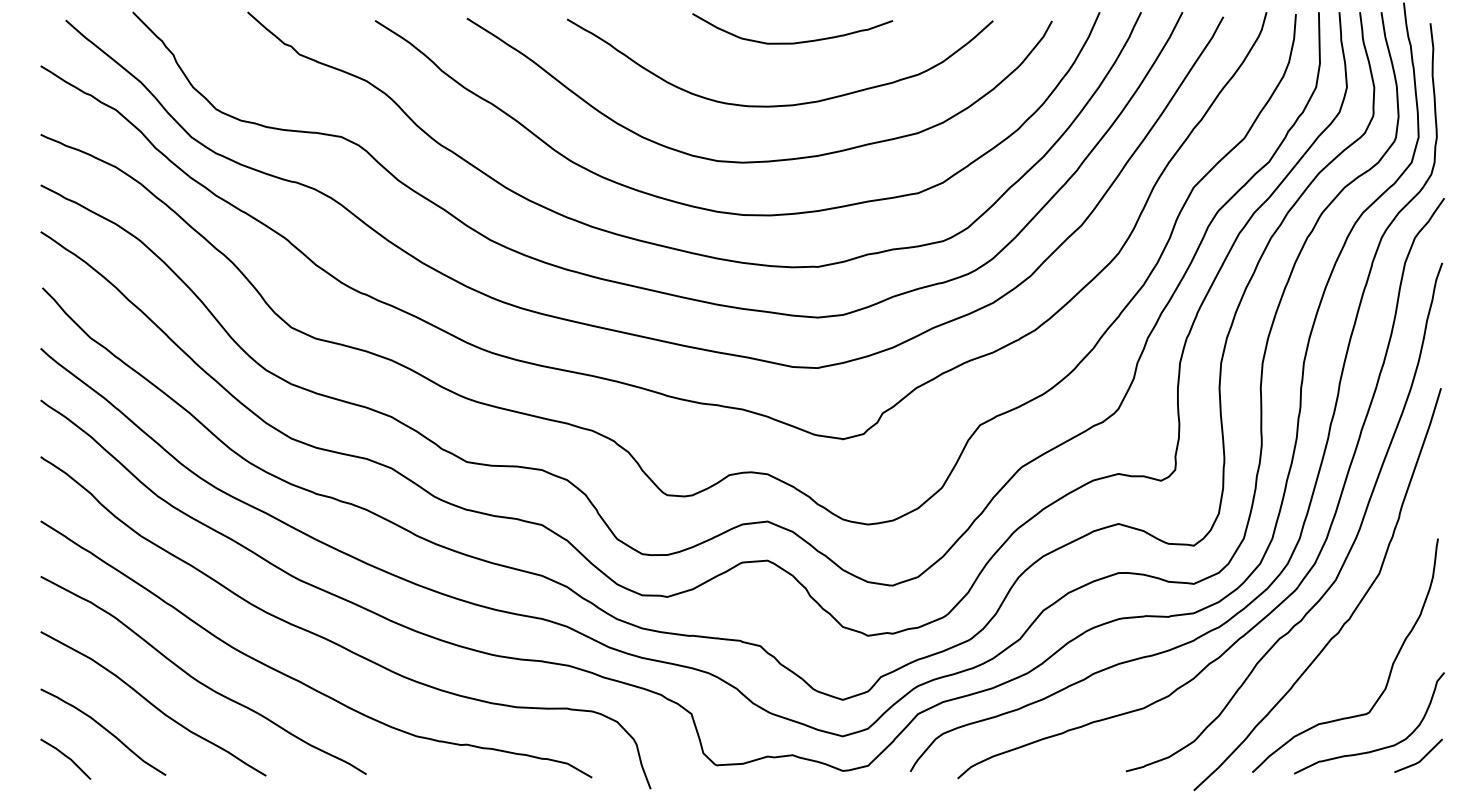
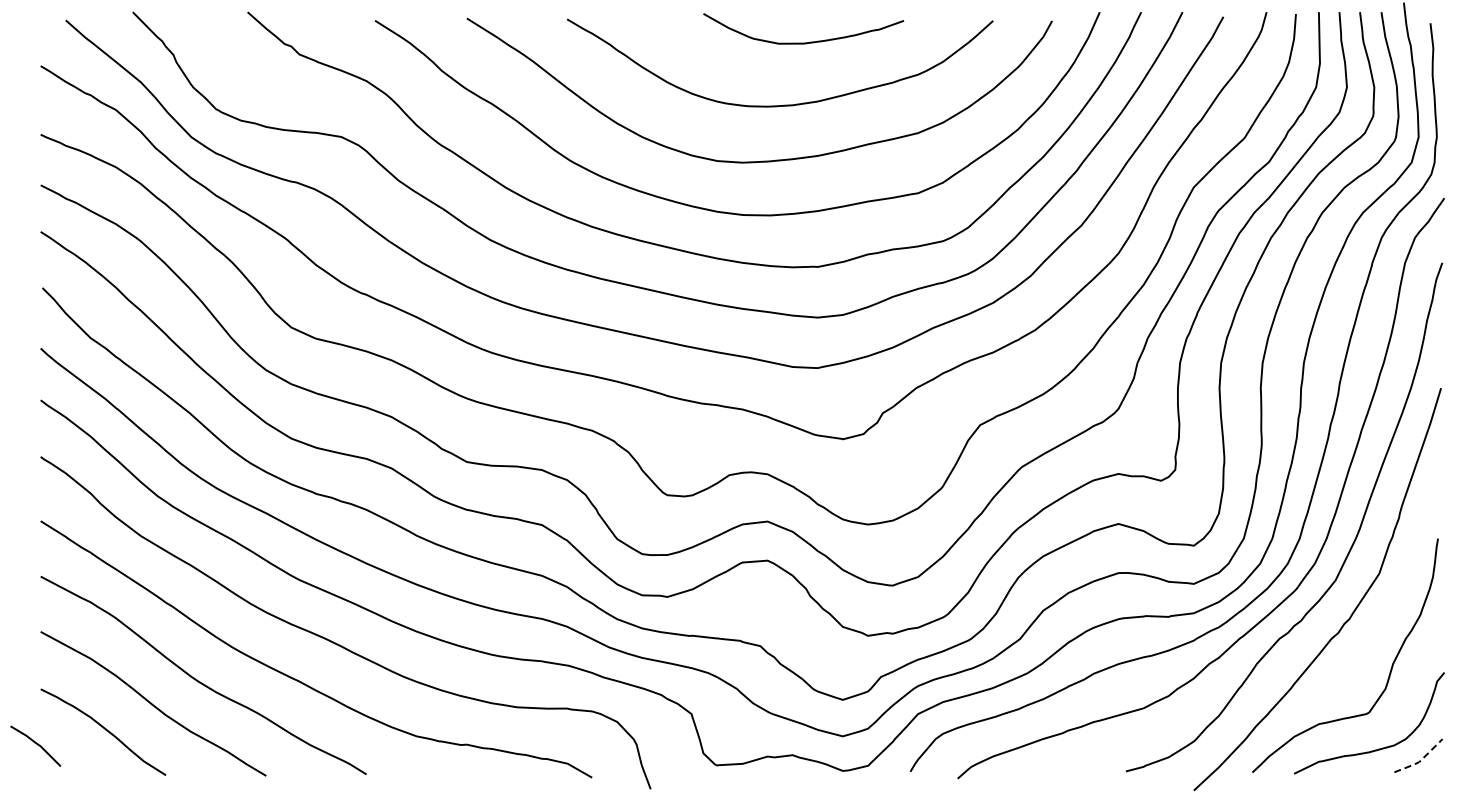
curve at (792, 42) position: (792, 42) -> (803, 42)
line at (66, 757) position: (66, 757) -> (36, 744)
line at (1420, 760): solid -> dashed
